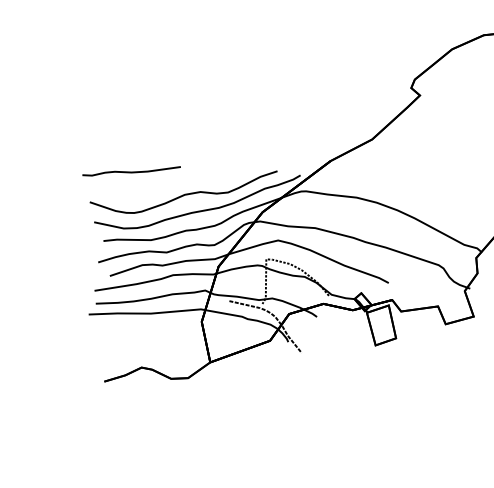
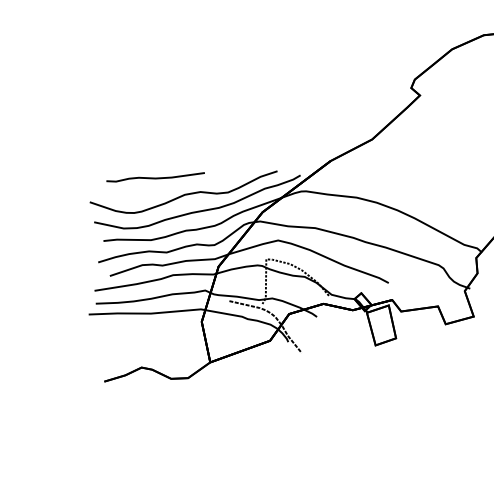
curve at (131, 171) position: (131, 171) -> (155, 177)
